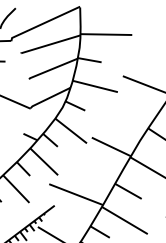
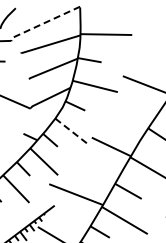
line at (43, 23): solid -> dashed
line at (71, 131): solid -> dashed
